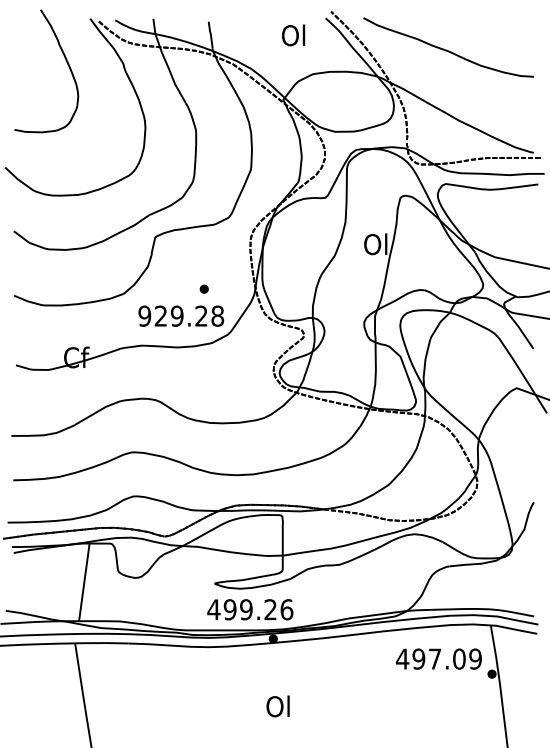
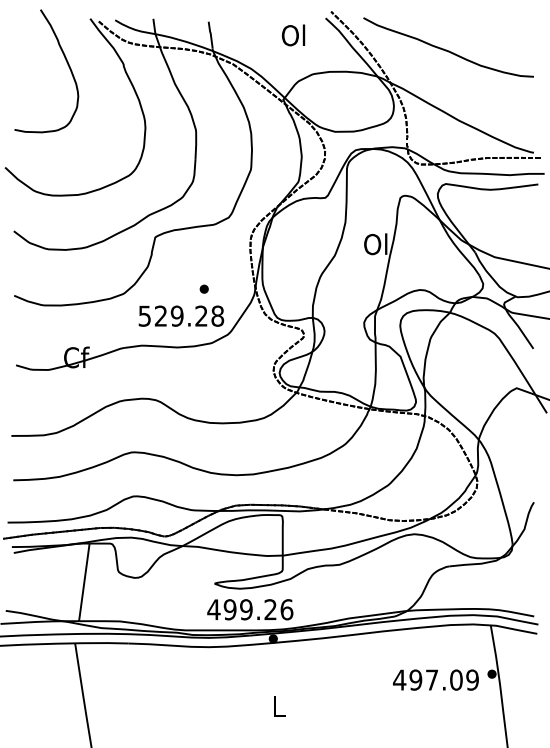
text at (144, 315): 929.28 -> 529.28
text at (438, 658) position: (438, 658) -> (435, 679)
text at (277, 706): Ol -> L
